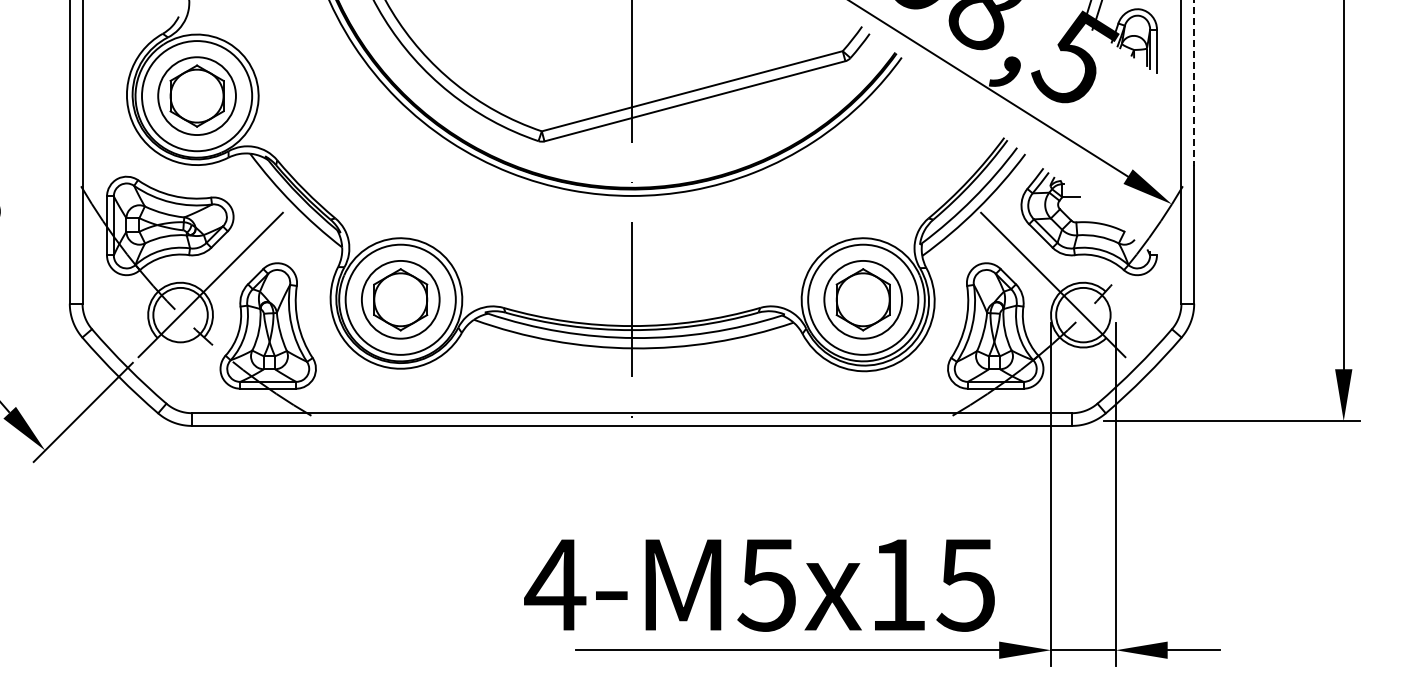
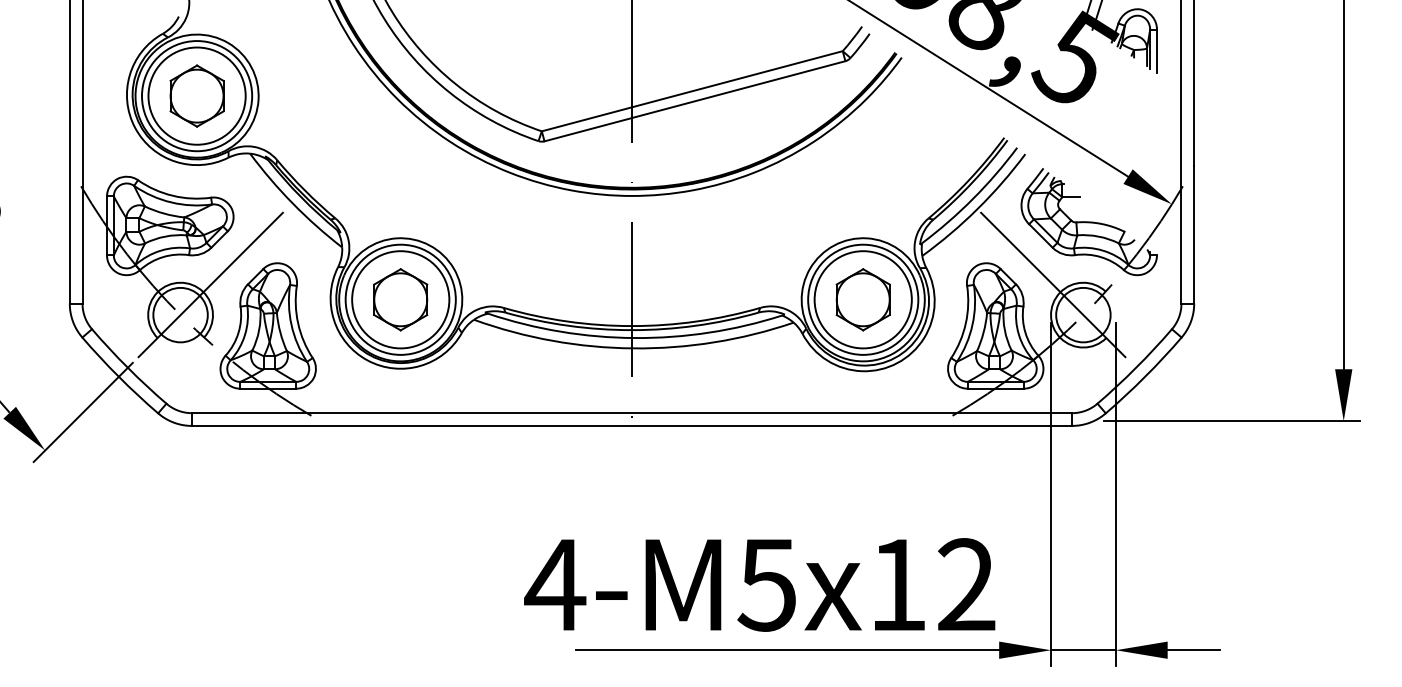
line at (1194, 83): dashed -> solid
circle at (196, 96) diameter: 78 px -> 97 px
circle at (400, 299) diameter: 78 px -> 97 px
circle at (863, 299) diameter: 78 px -> 97 px
text at (965, 584): 4-M5x15 -> 4-M5x12
